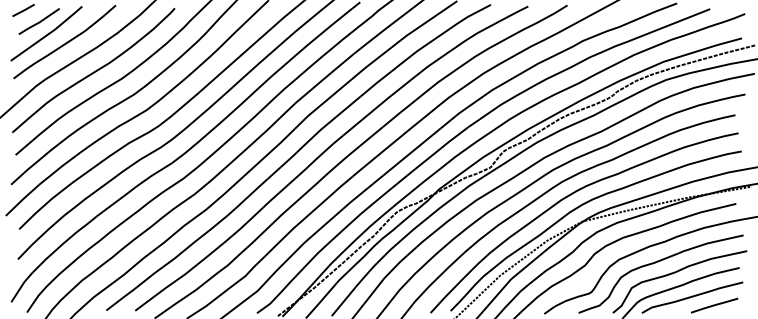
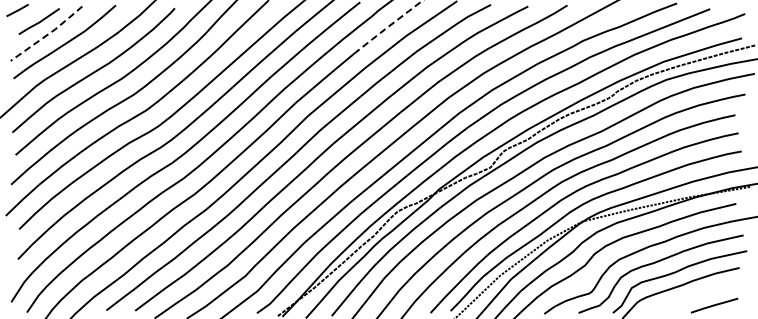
line at (23, 10) position: (23, 10) -> (17, 10)
line at (387, 27): solid -> dashed
line at (47, 34): solid -> dashed
curve at (692, 297): present -> none
